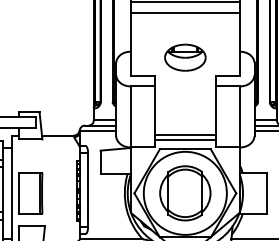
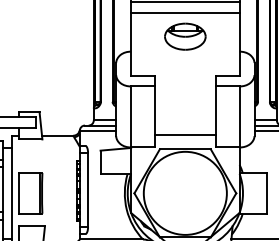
part at (185, 57) position: (185, 57) -> (185, 36)
line at (184, 140): present -> none
part at (185, 193): present -> none
